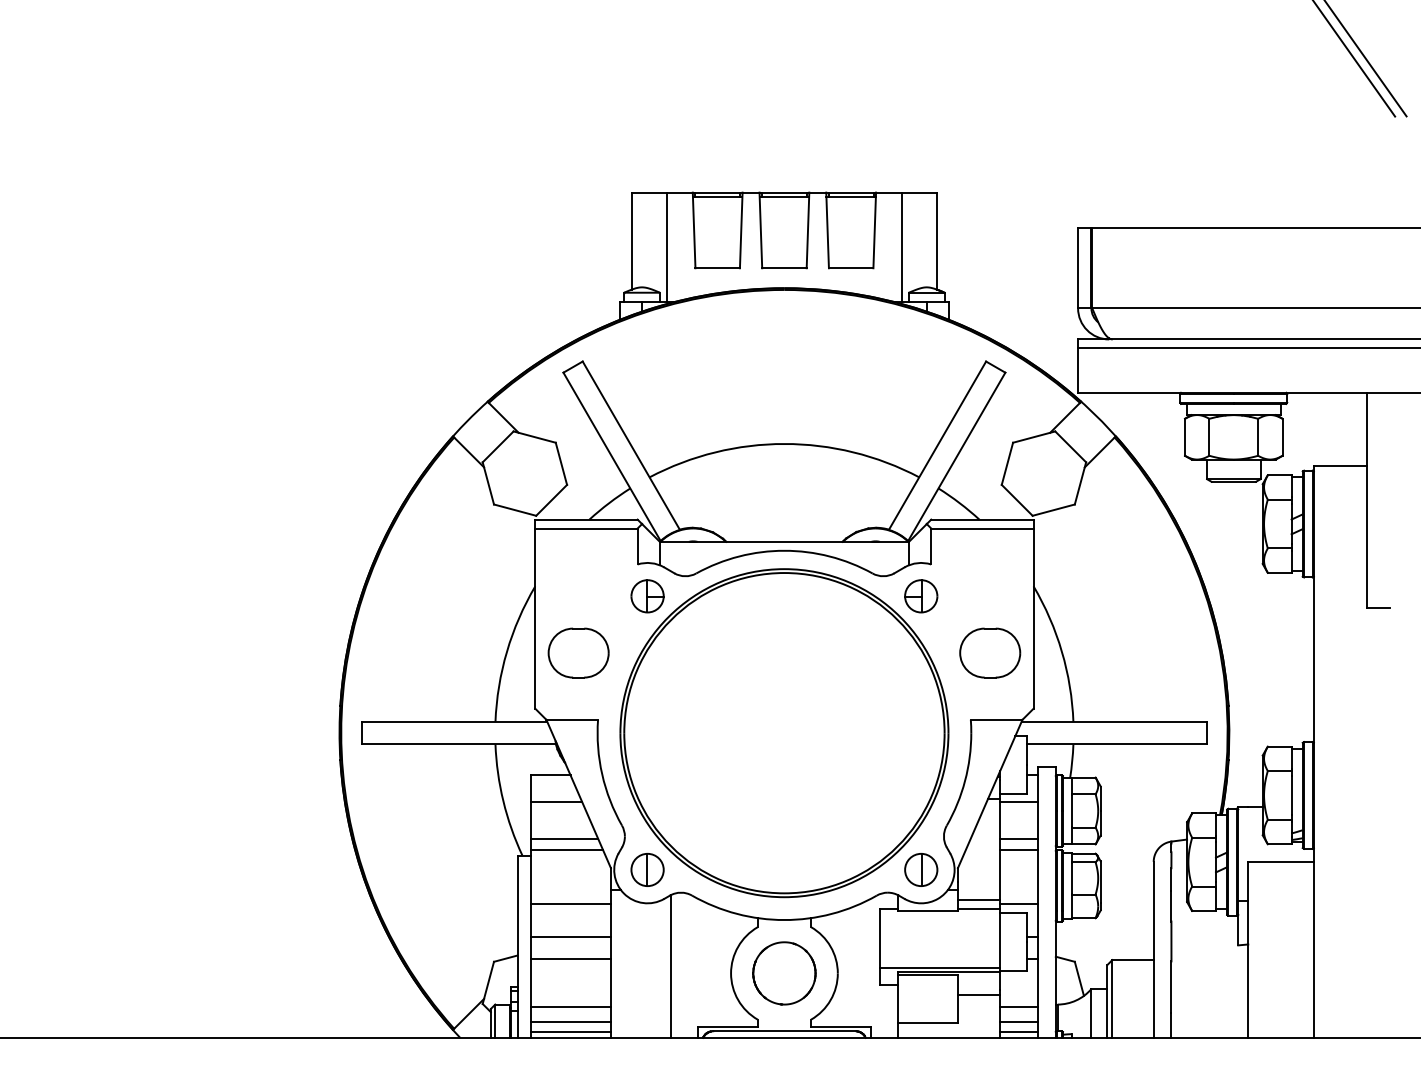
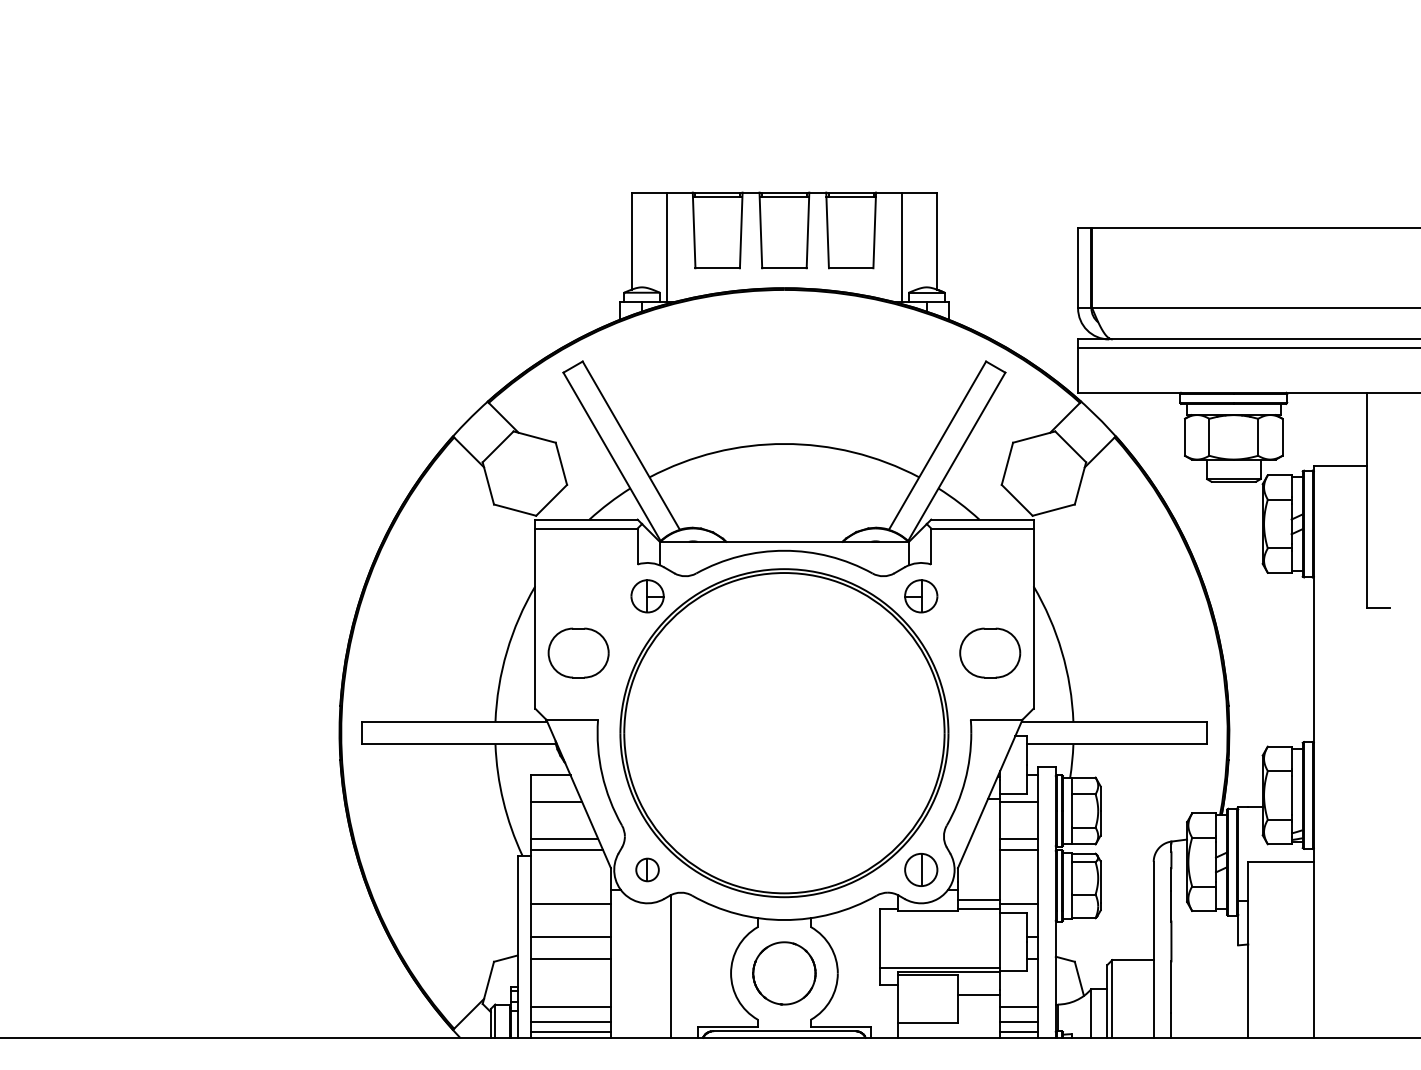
line at (1354, 59): present -> none
line at (1365, 59): present -> none
part at (647, 869) size: 35x34 px -> 25x26 px
